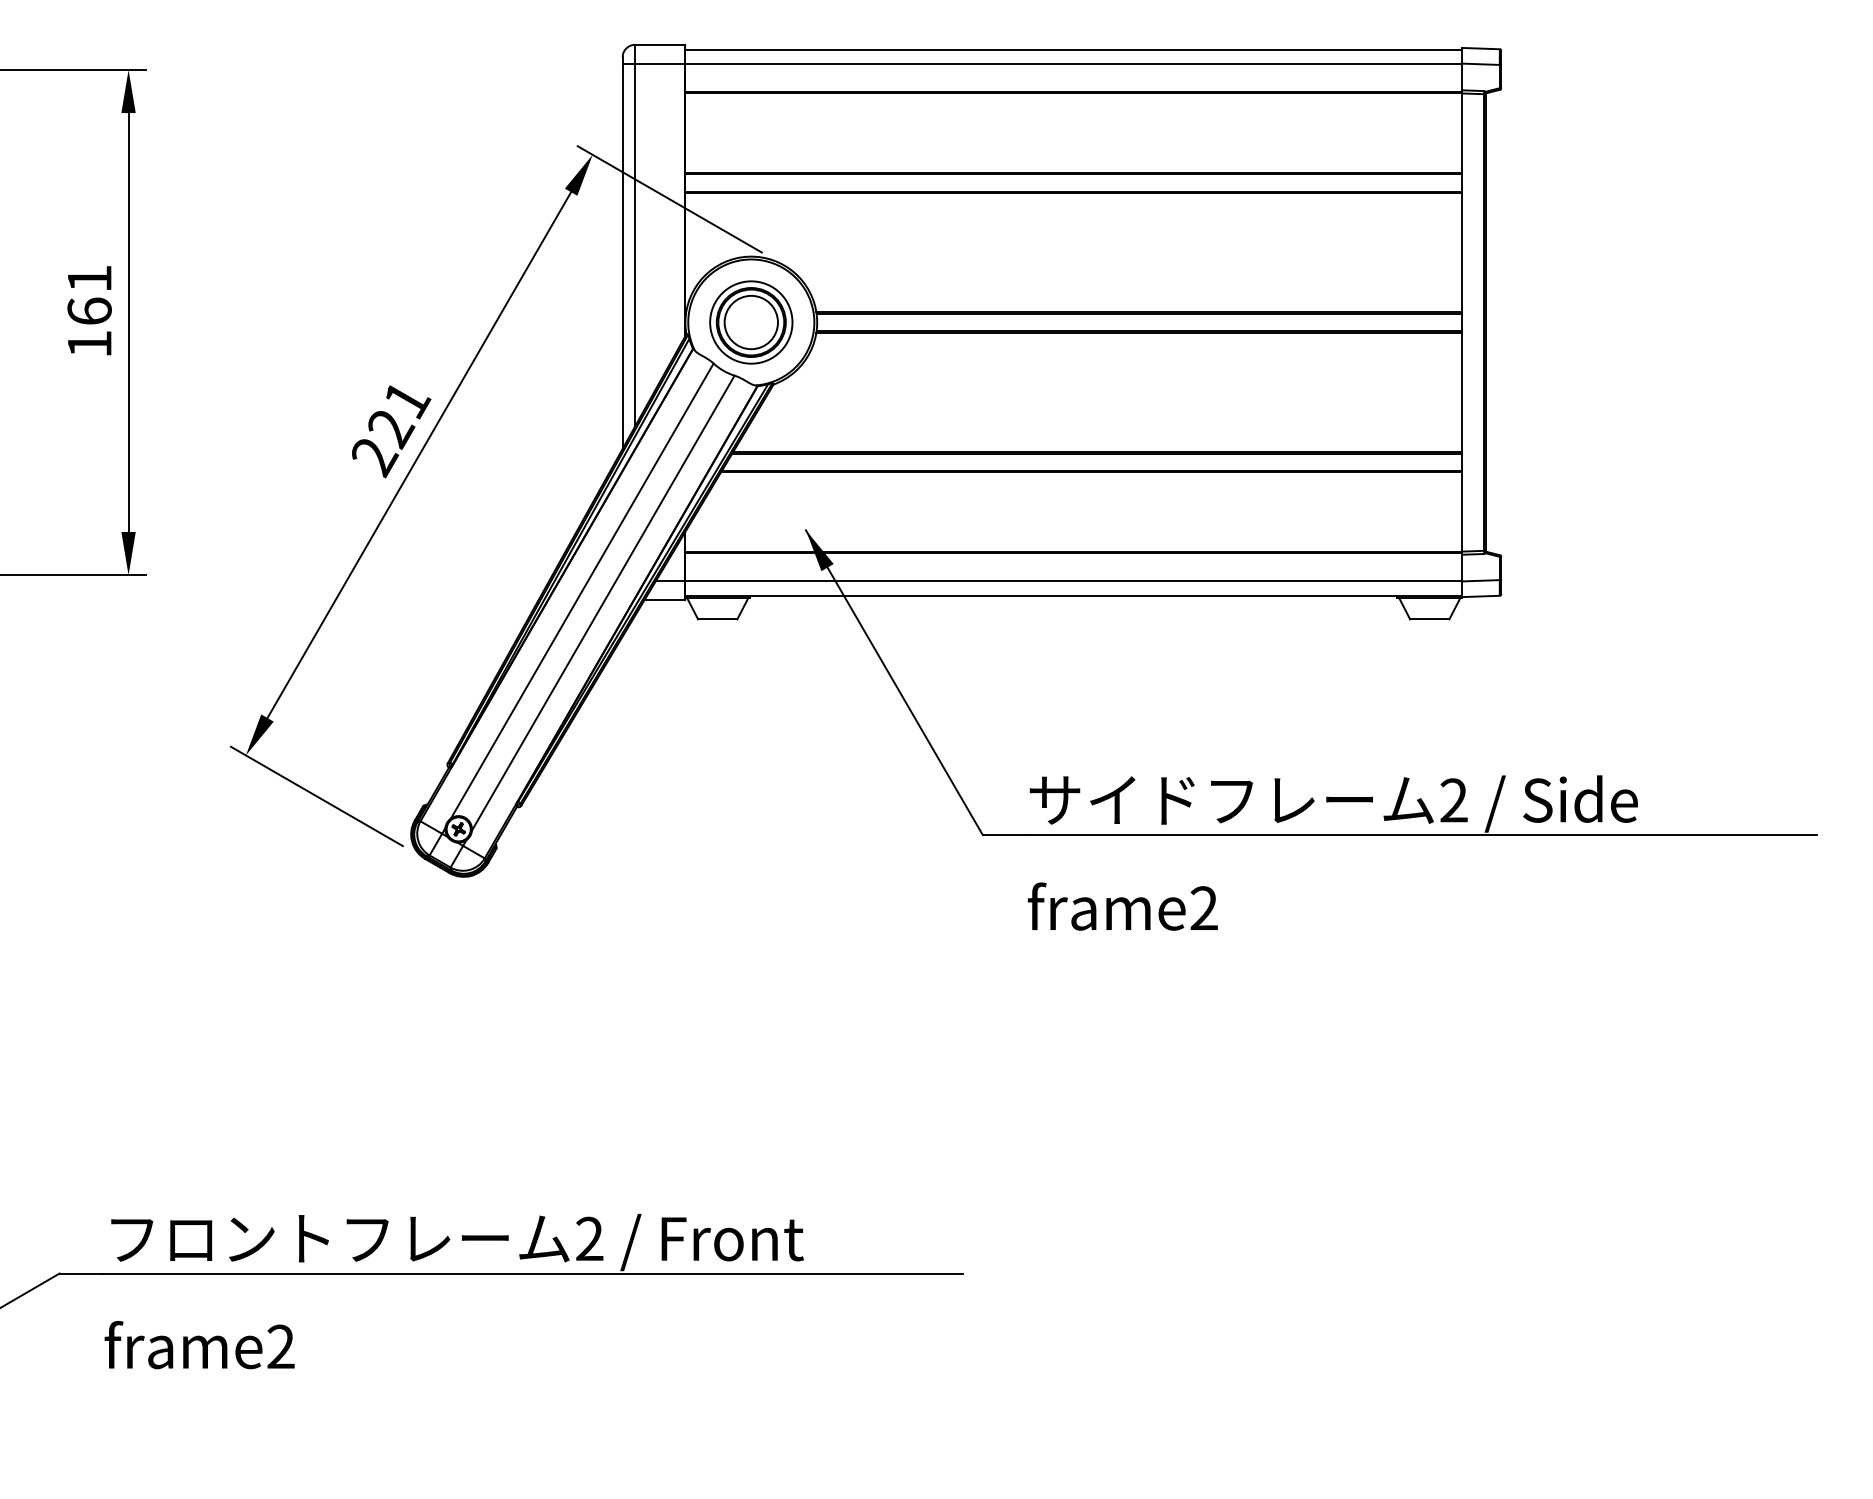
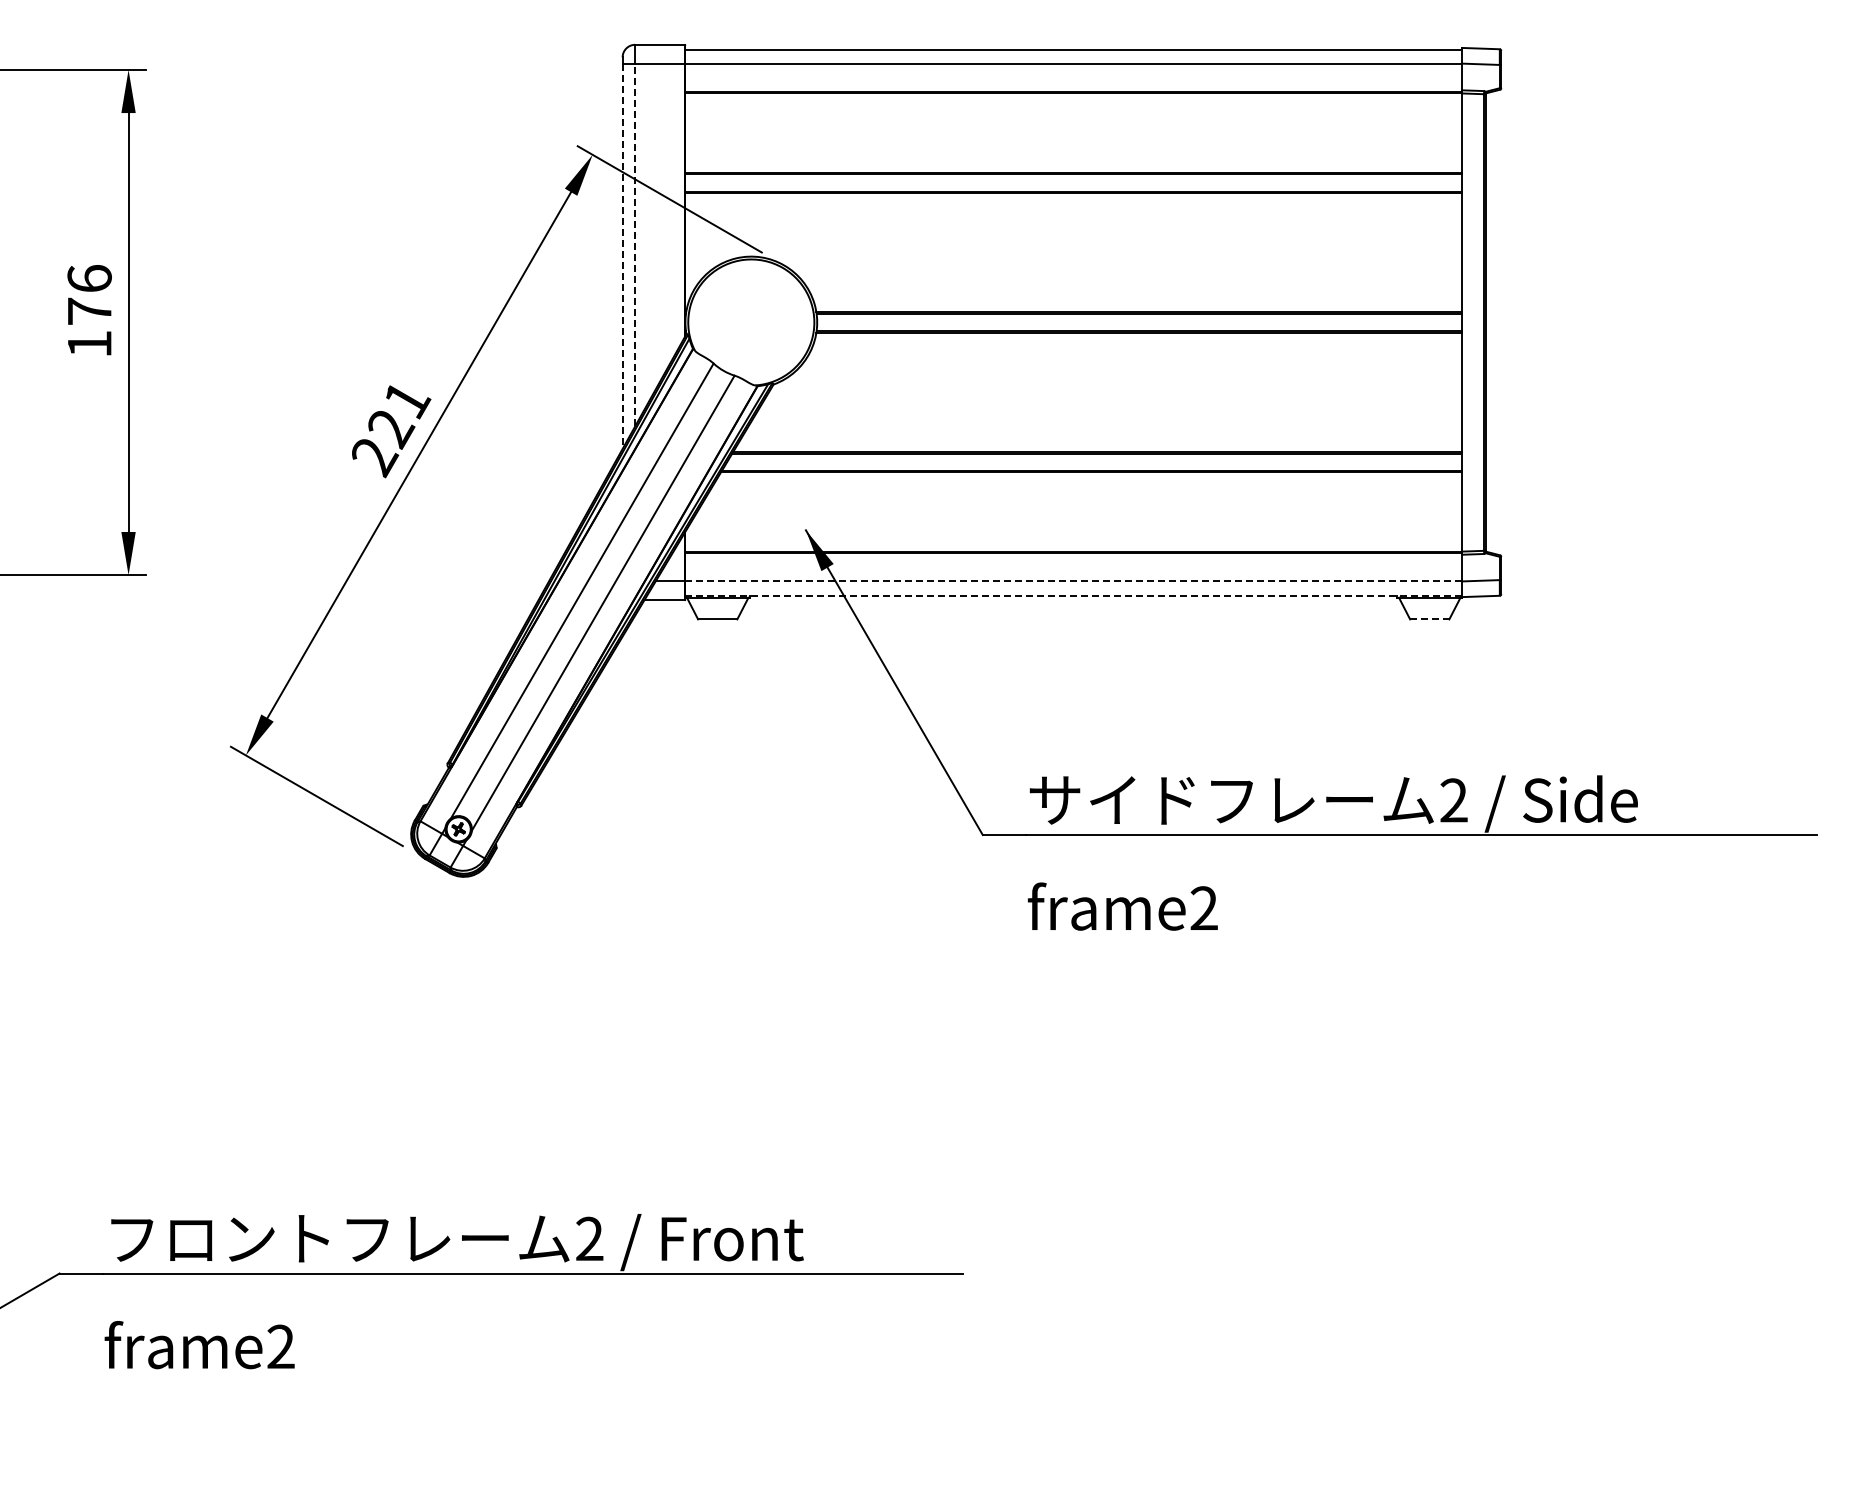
line at (635, 244): solid -> dashed
line at (622, 256): solid -> dashed
text at (89, 294): 161 -> 176
part at (751, 322): present -> none
line at (1074, 581): solid -> dashed
line at (1074, 595): solid -> dashed
line at (1429, 619): solid -> dashed
